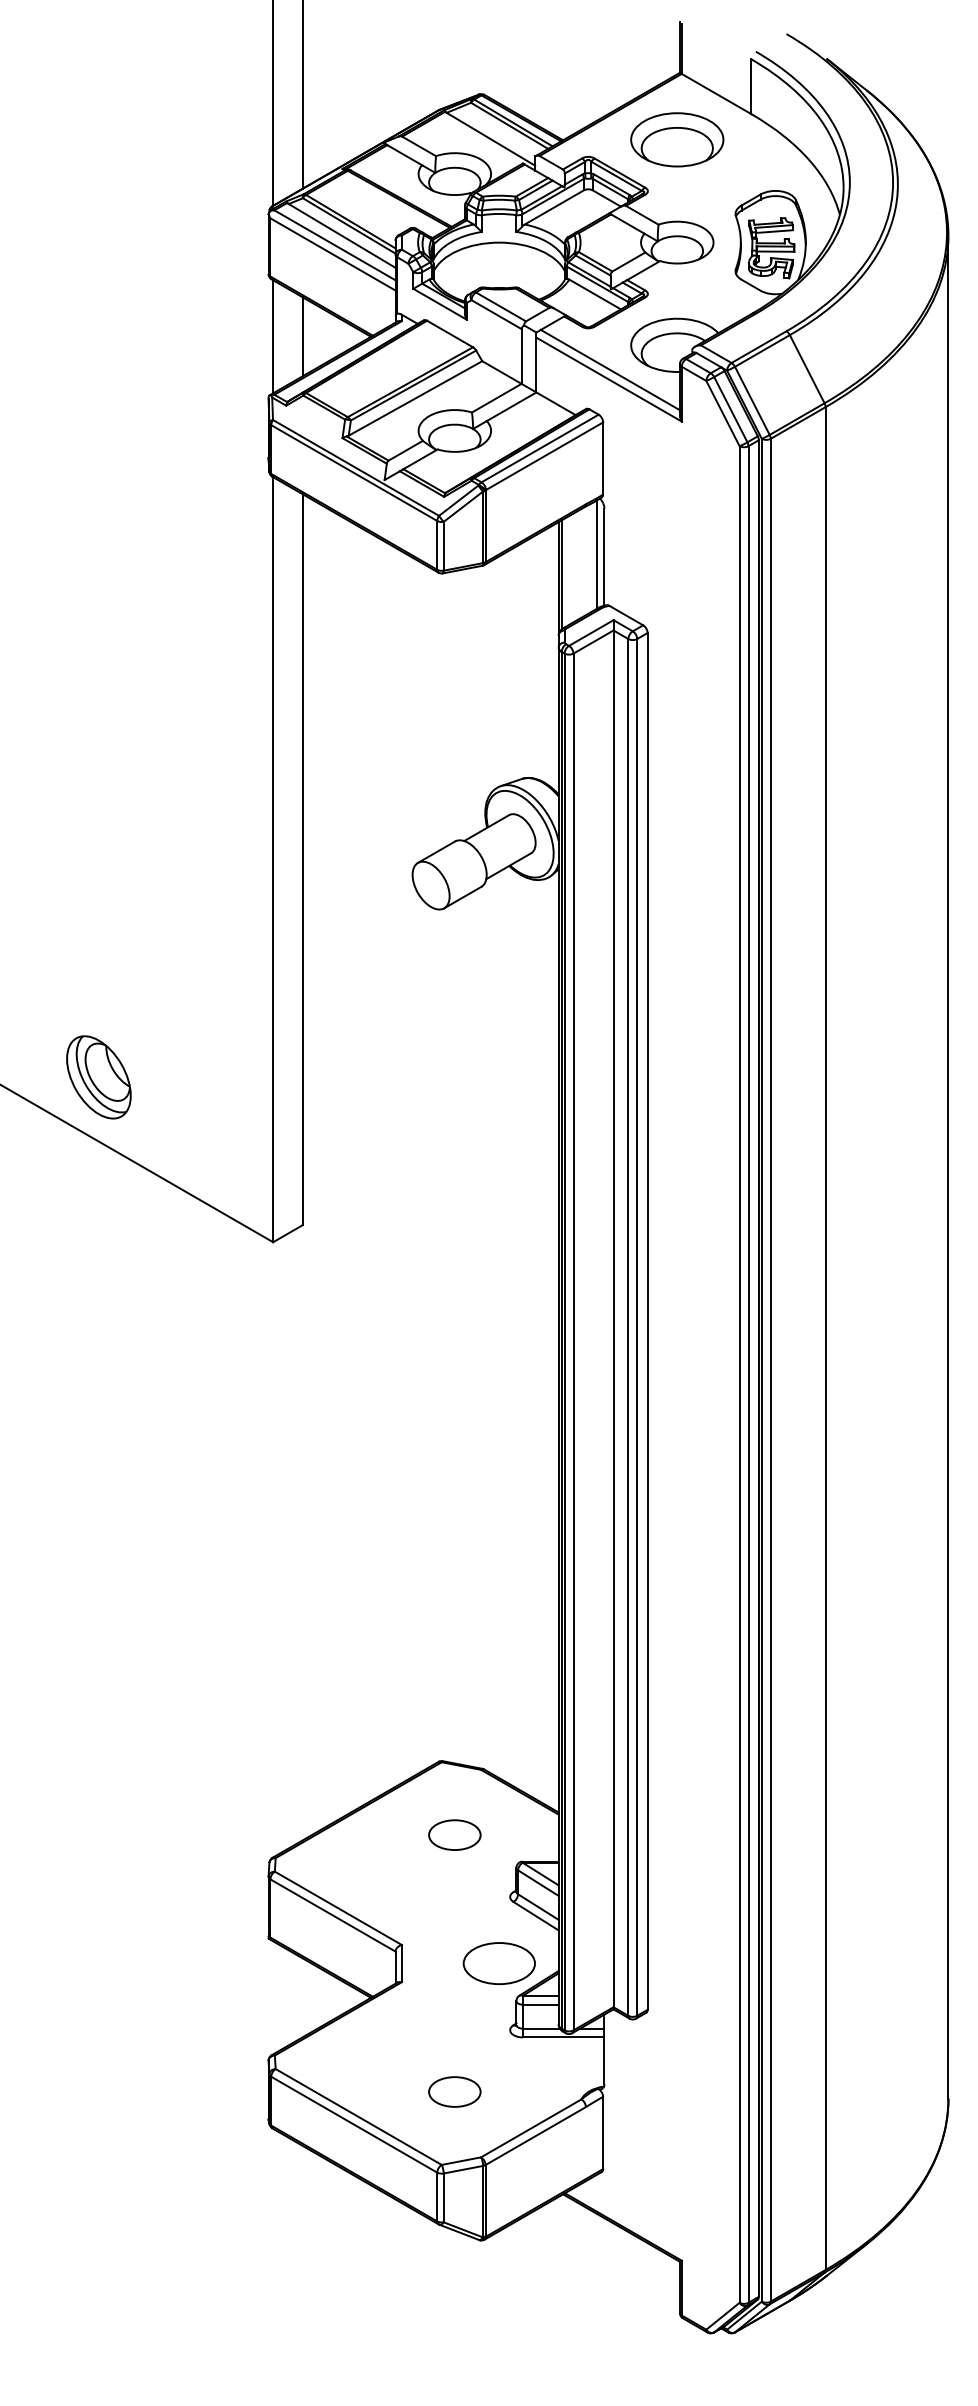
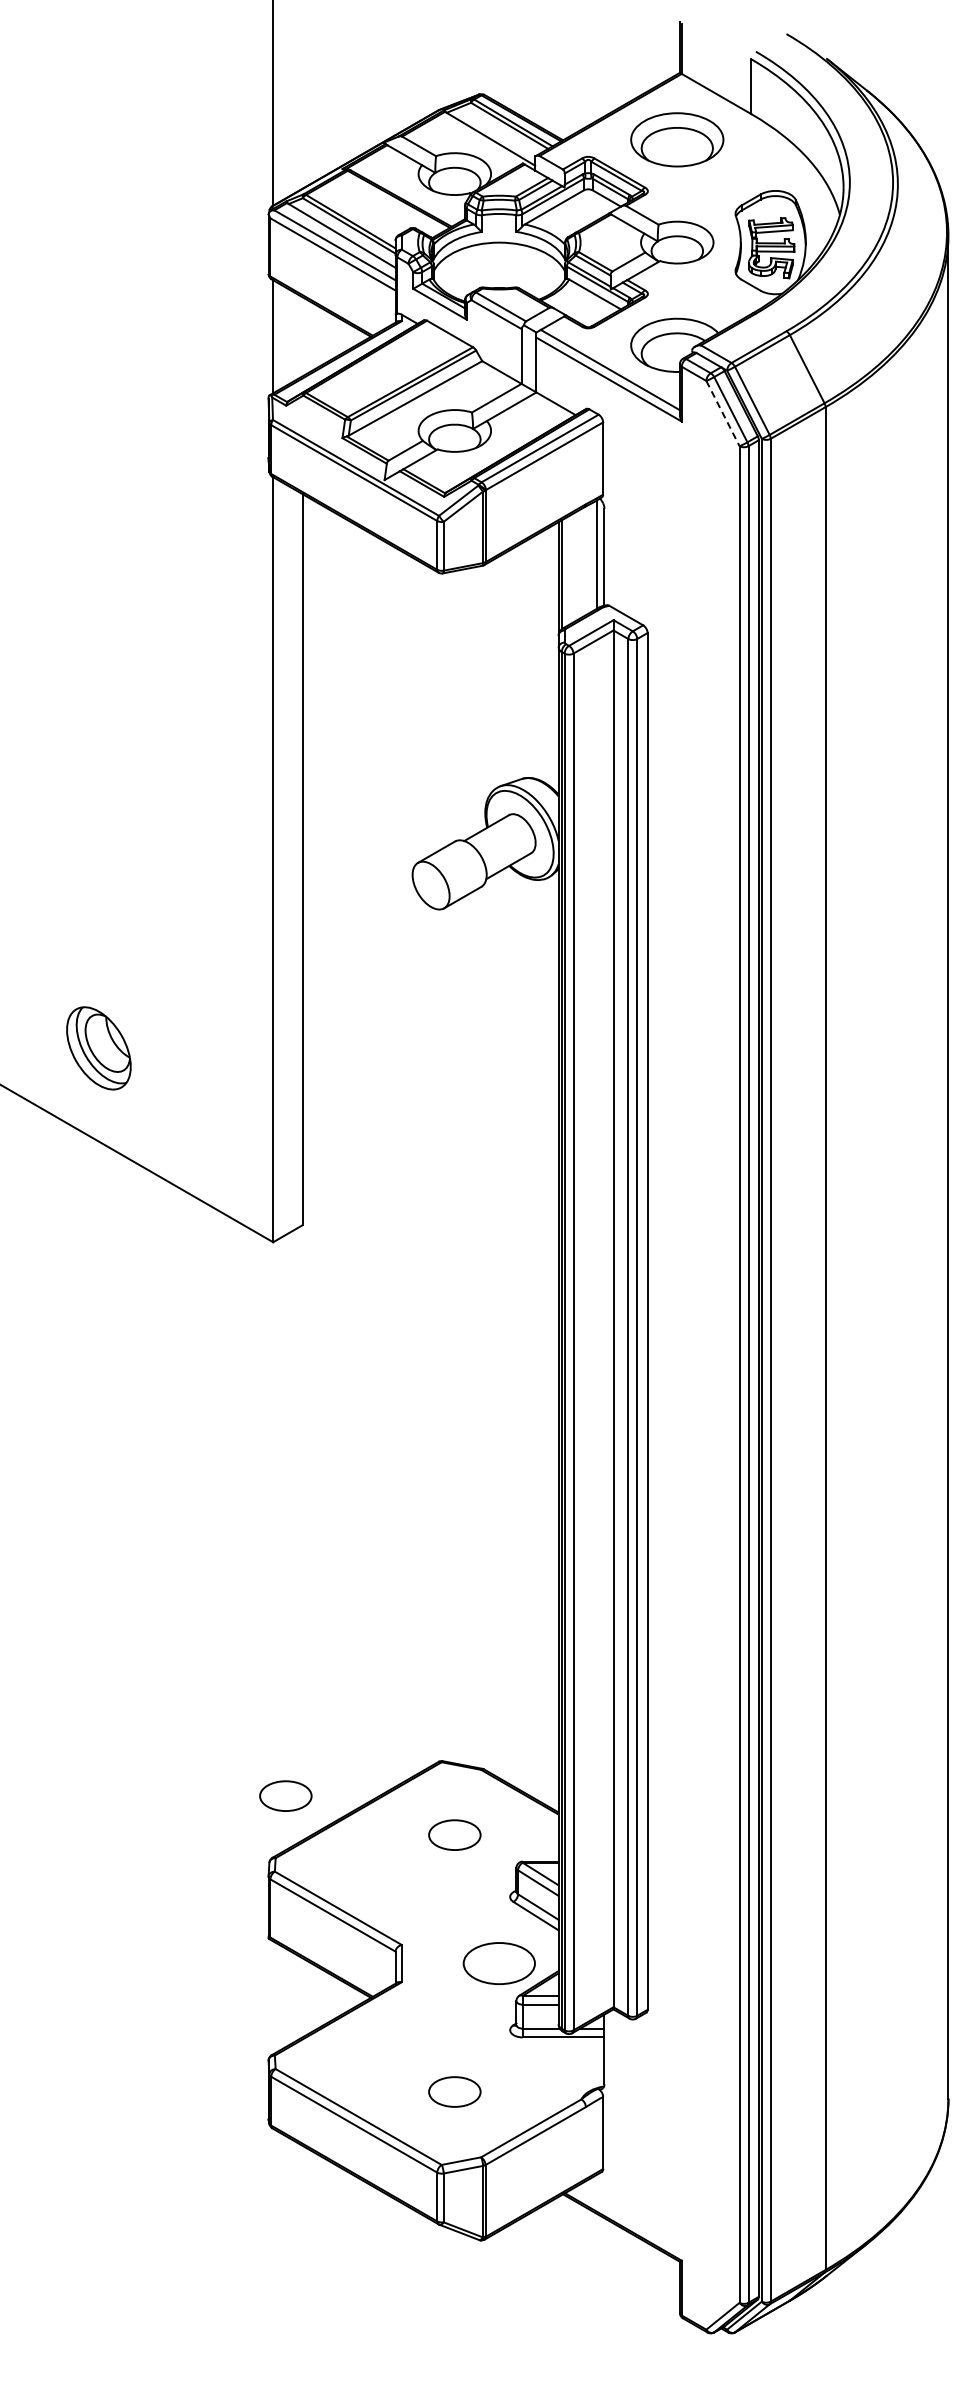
line at (302, 95): present -> none
line at (302, 336): present -> none
line at (722, 413): solid -> dashed
part at (98, 1077) position: (98, 1077) -> (98, 1048)
part at (285, 1795): none -> present
